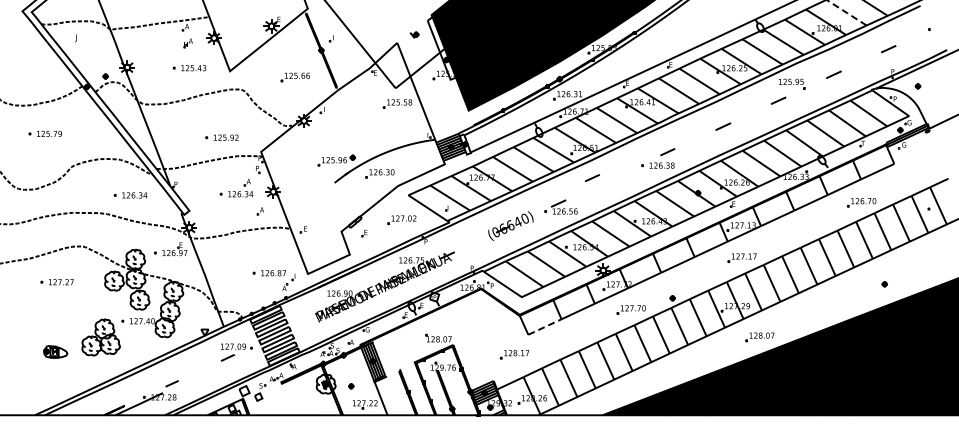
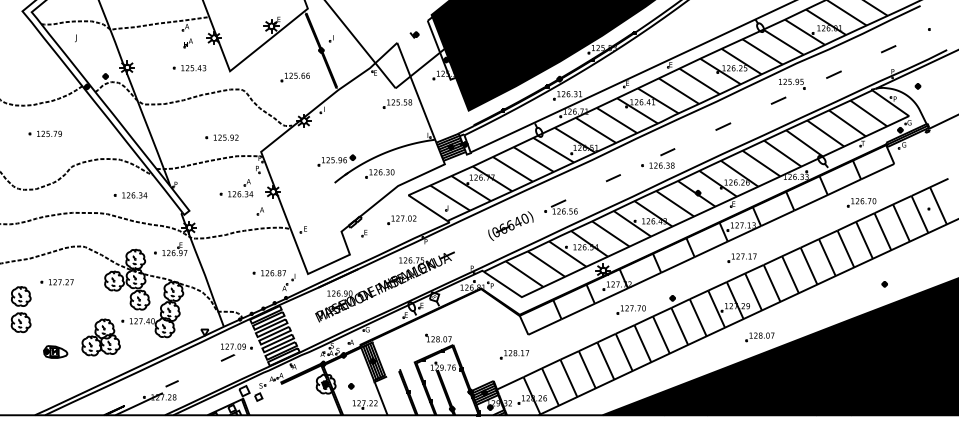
line at (846, 12): dashed -> solid
line at (591, 178) position: (591, 178) -> (612, 178)
part at (20, 309): none -> present
line at (545, 326): dashed -> solid
